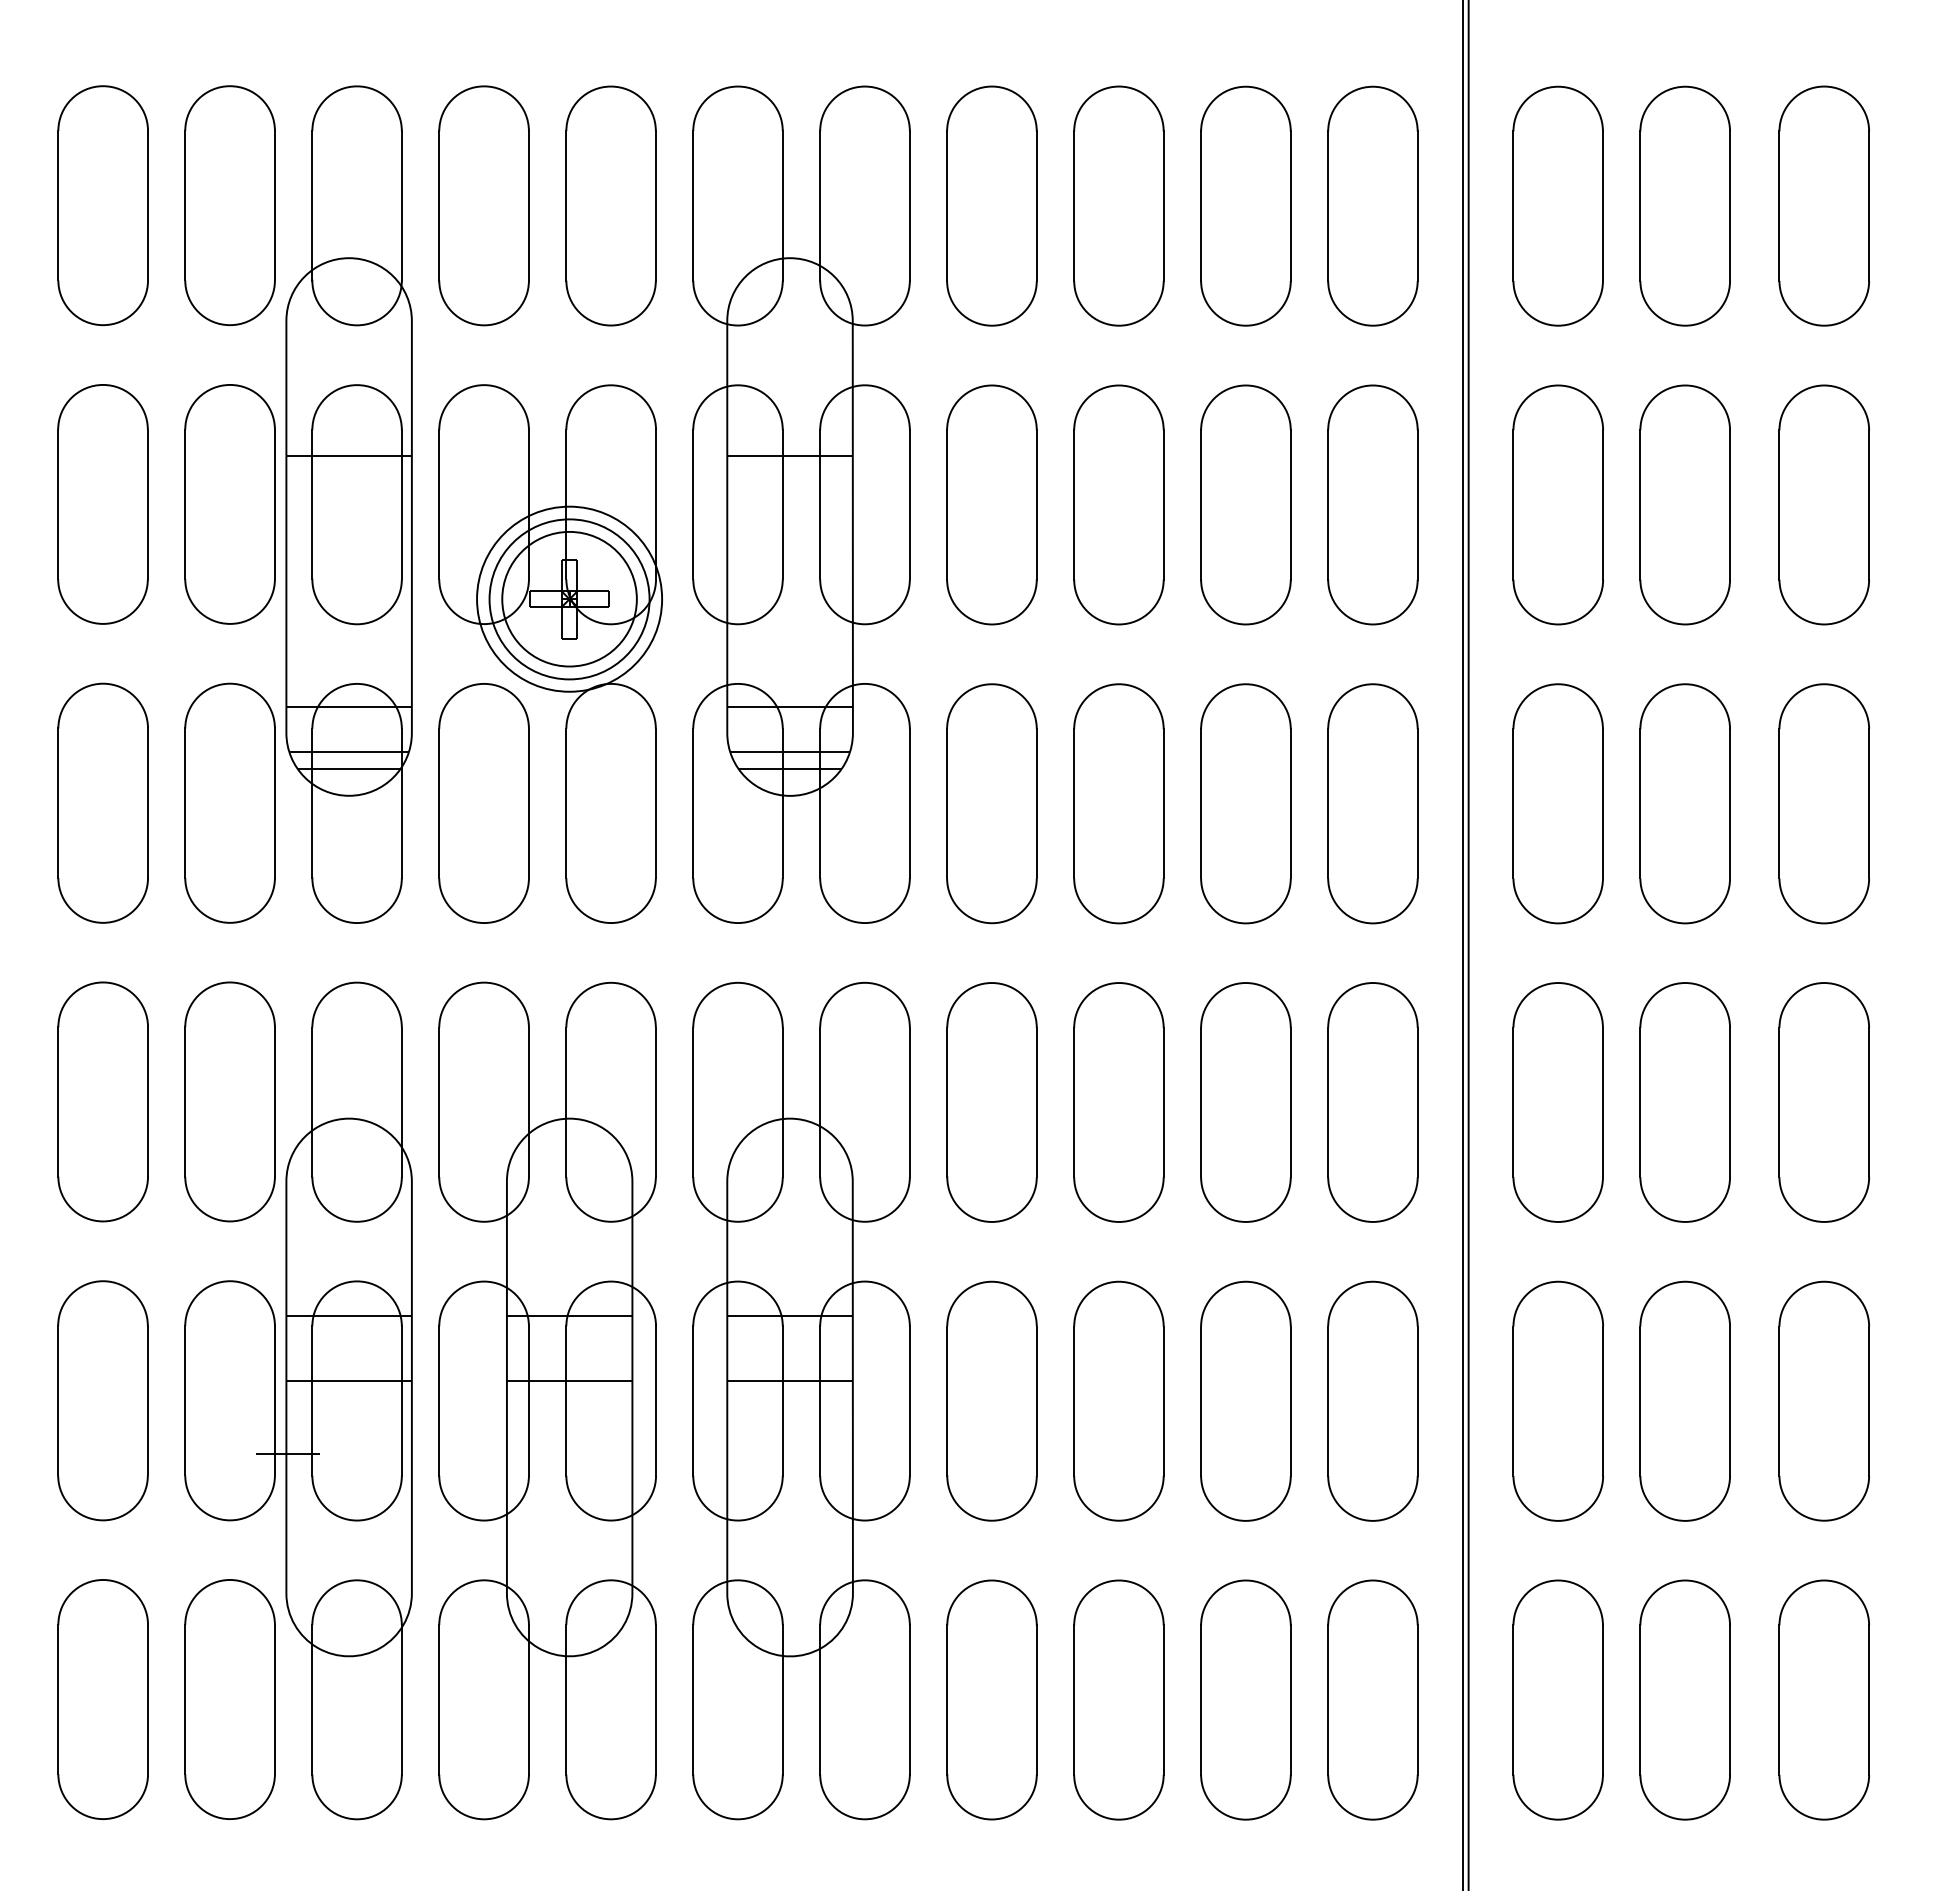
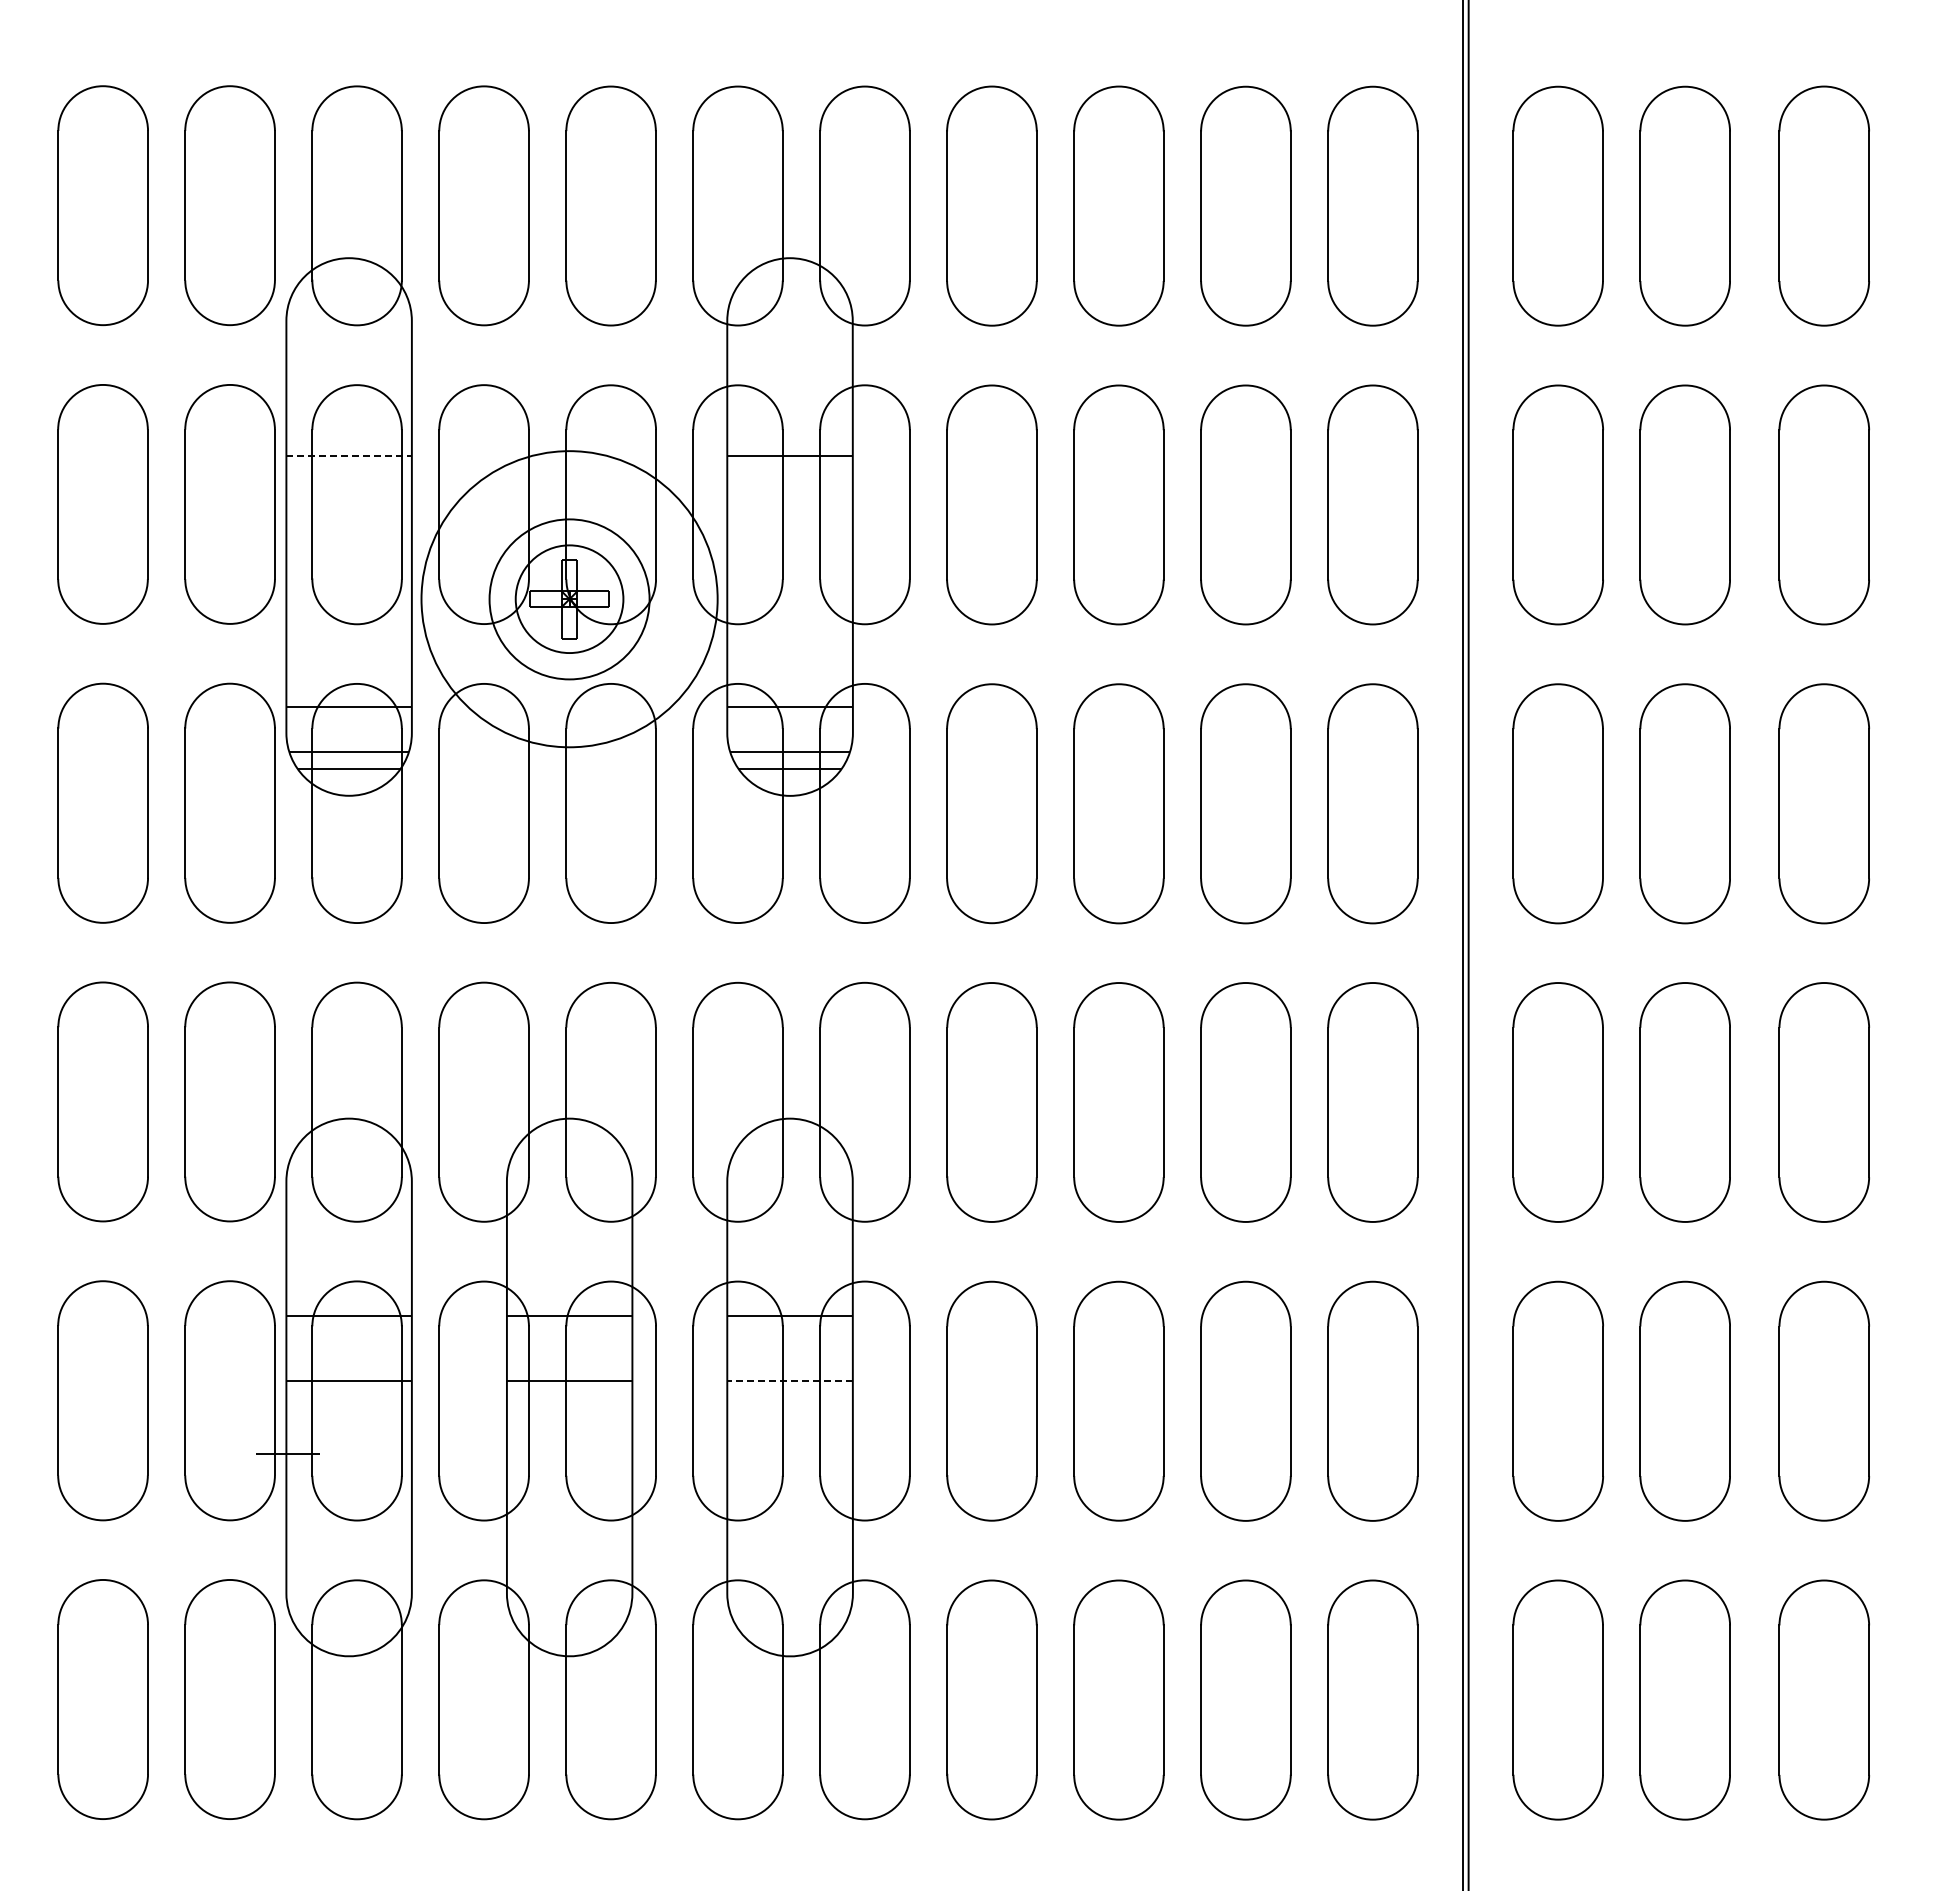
line at (349, 455): solid -> dashed
circle at (569, 598) diameter: 135 px -> 108 px
circle at (569, 598) diameter: 185 px -> 296 px
line at (790, 1380): solid -> dashed
